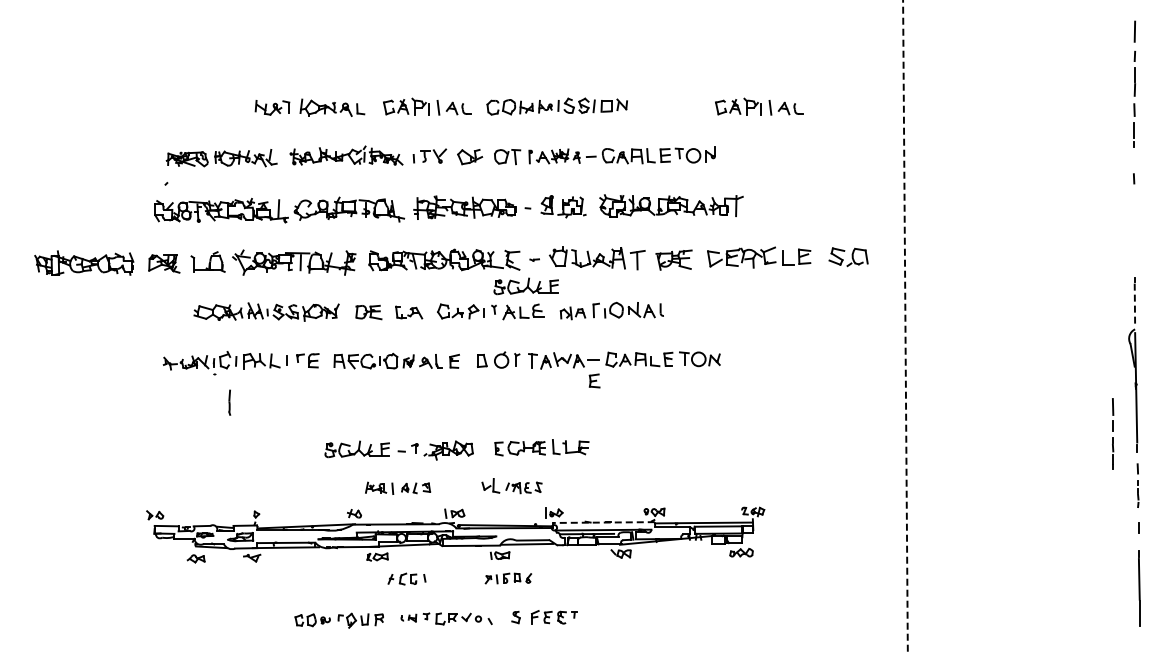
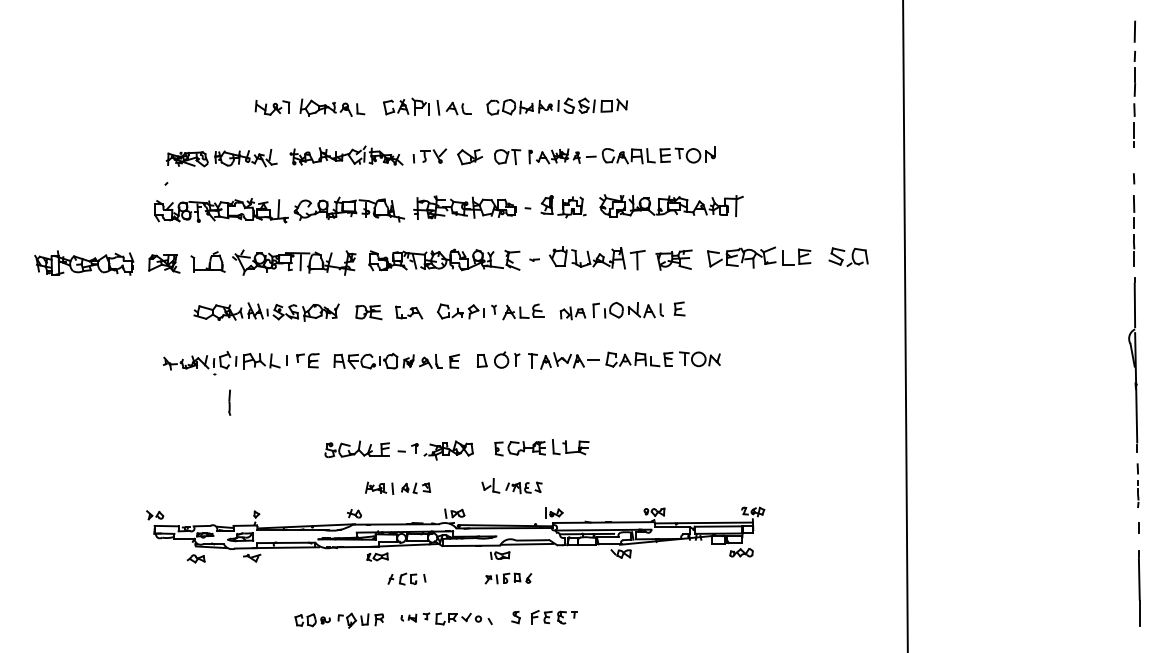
part at (759, 106): present -> none
part at (525, 286): present -> none
line at (1134, 305): dashed -> solid
line at (905, 326): dashed -> solid
part at (594, 380) position: (594, 380) -> (679, 308)
part at (1113, 433) position: (1113, 433) -> (1134, 230)
line at (603, 522): dashed -> solid
